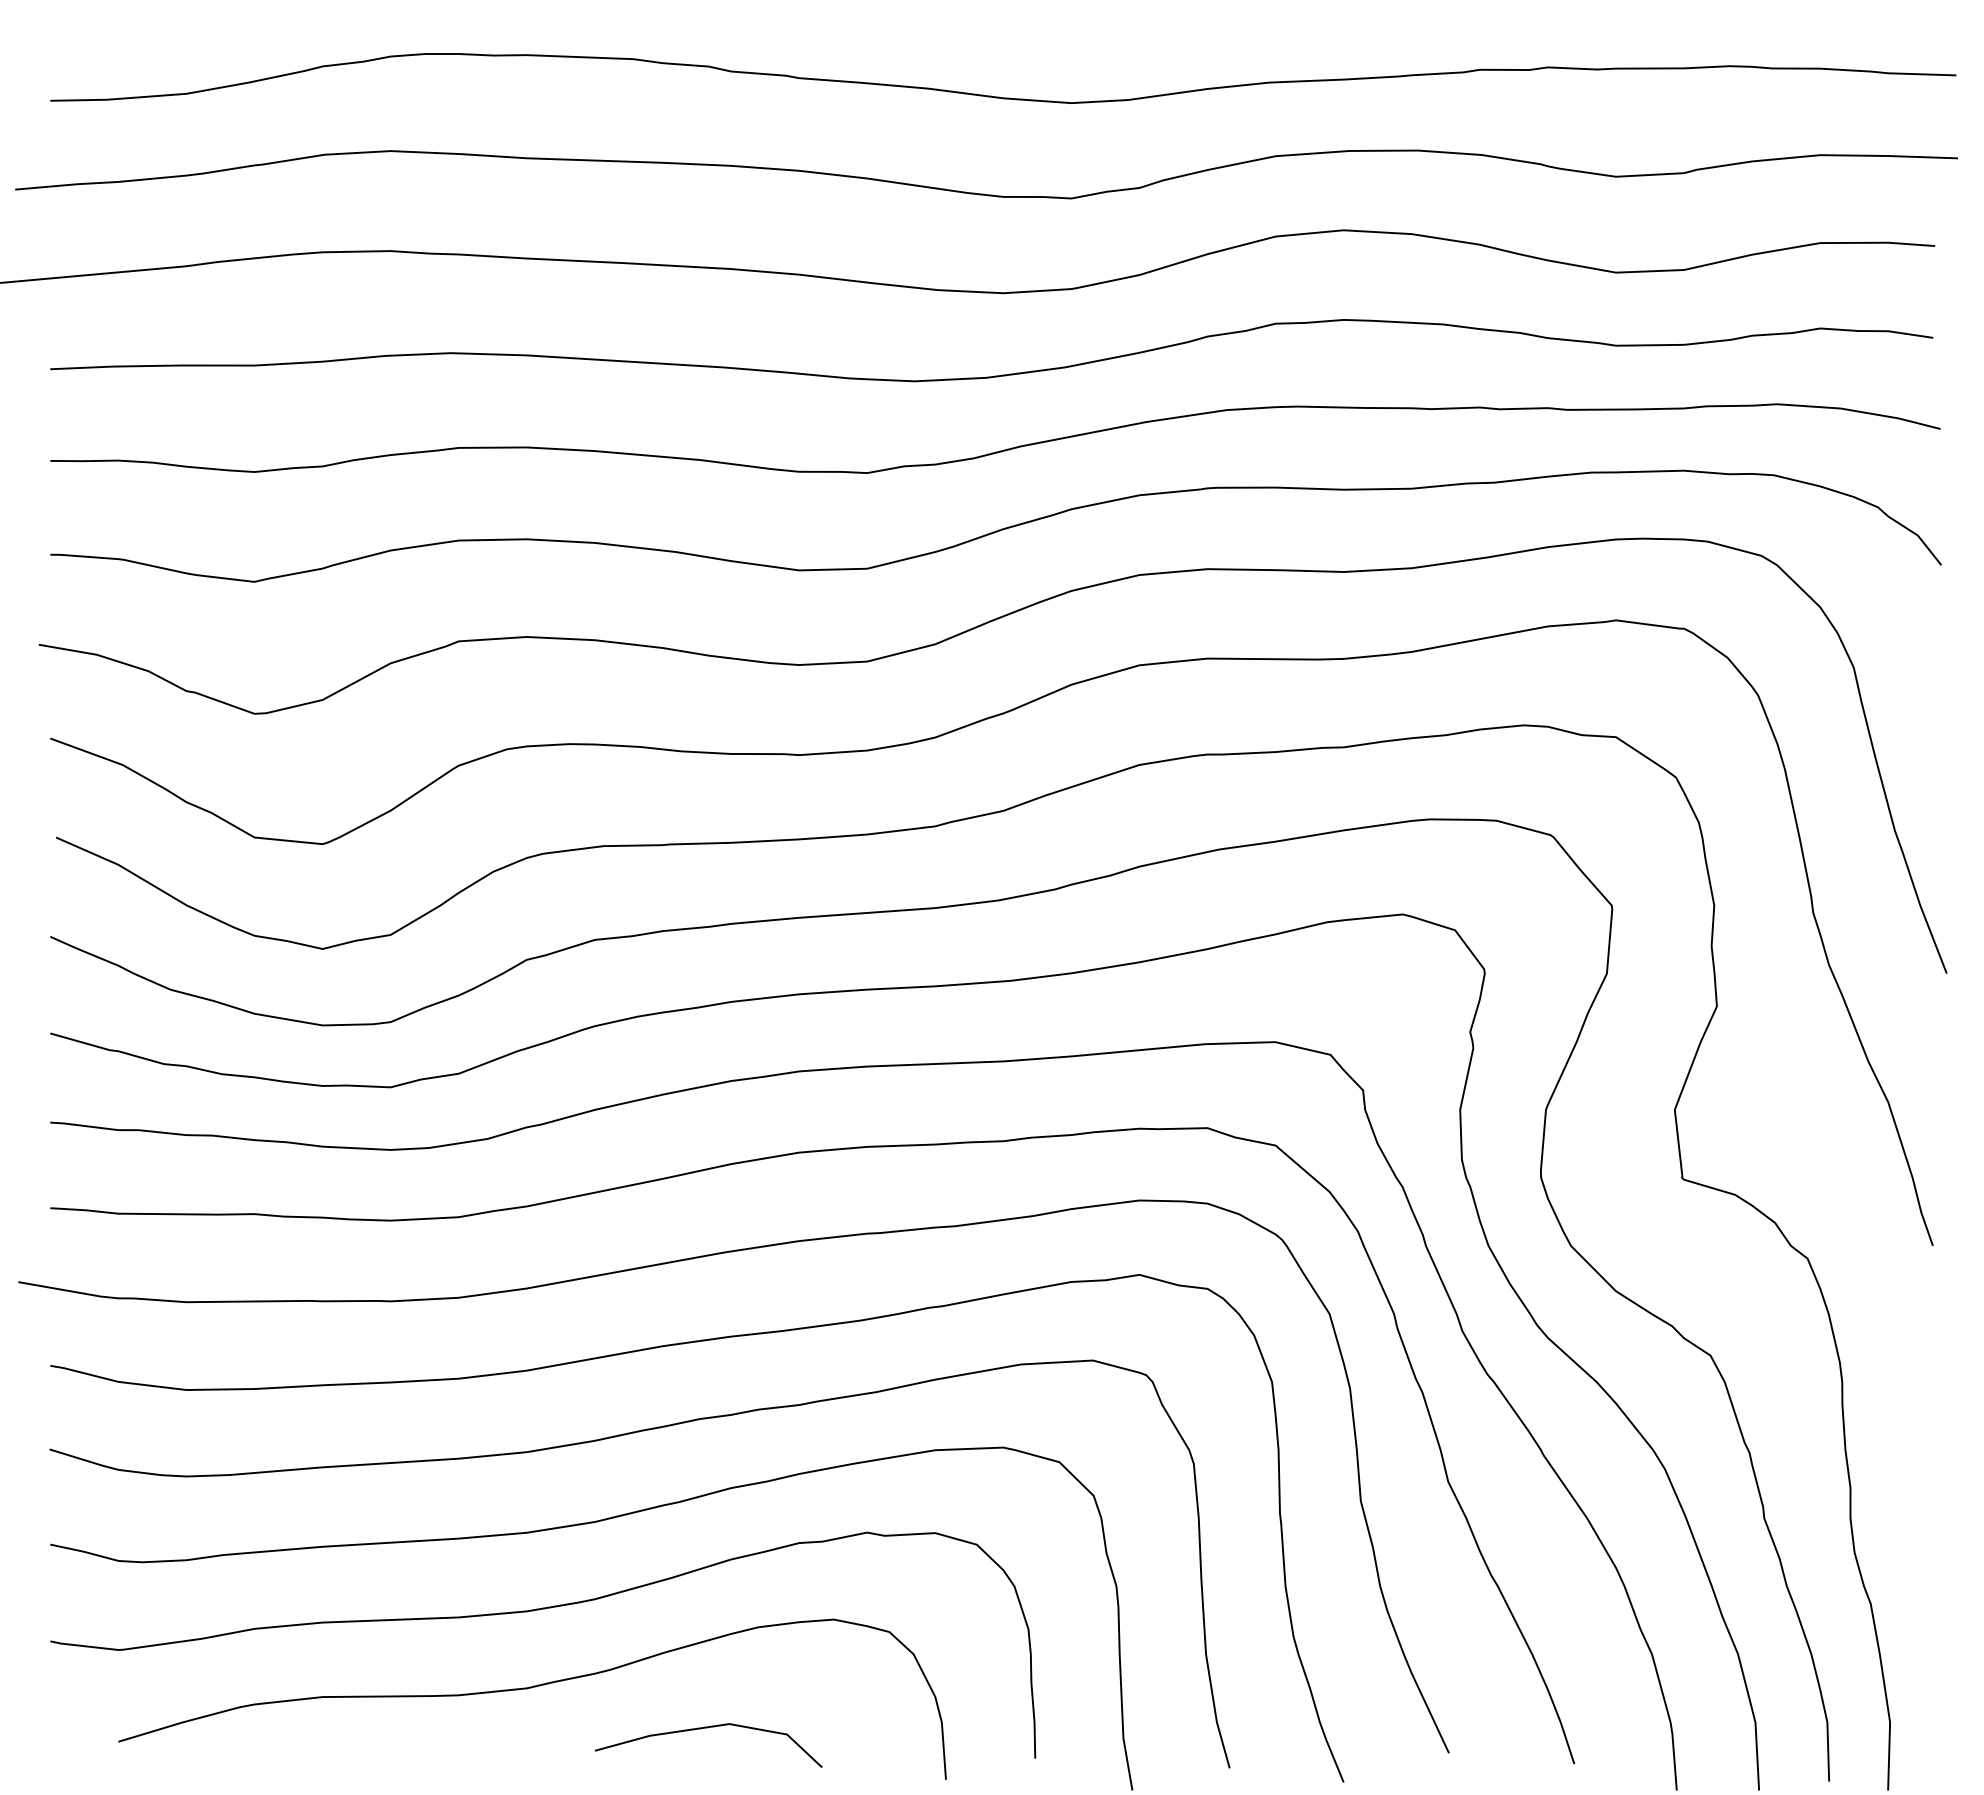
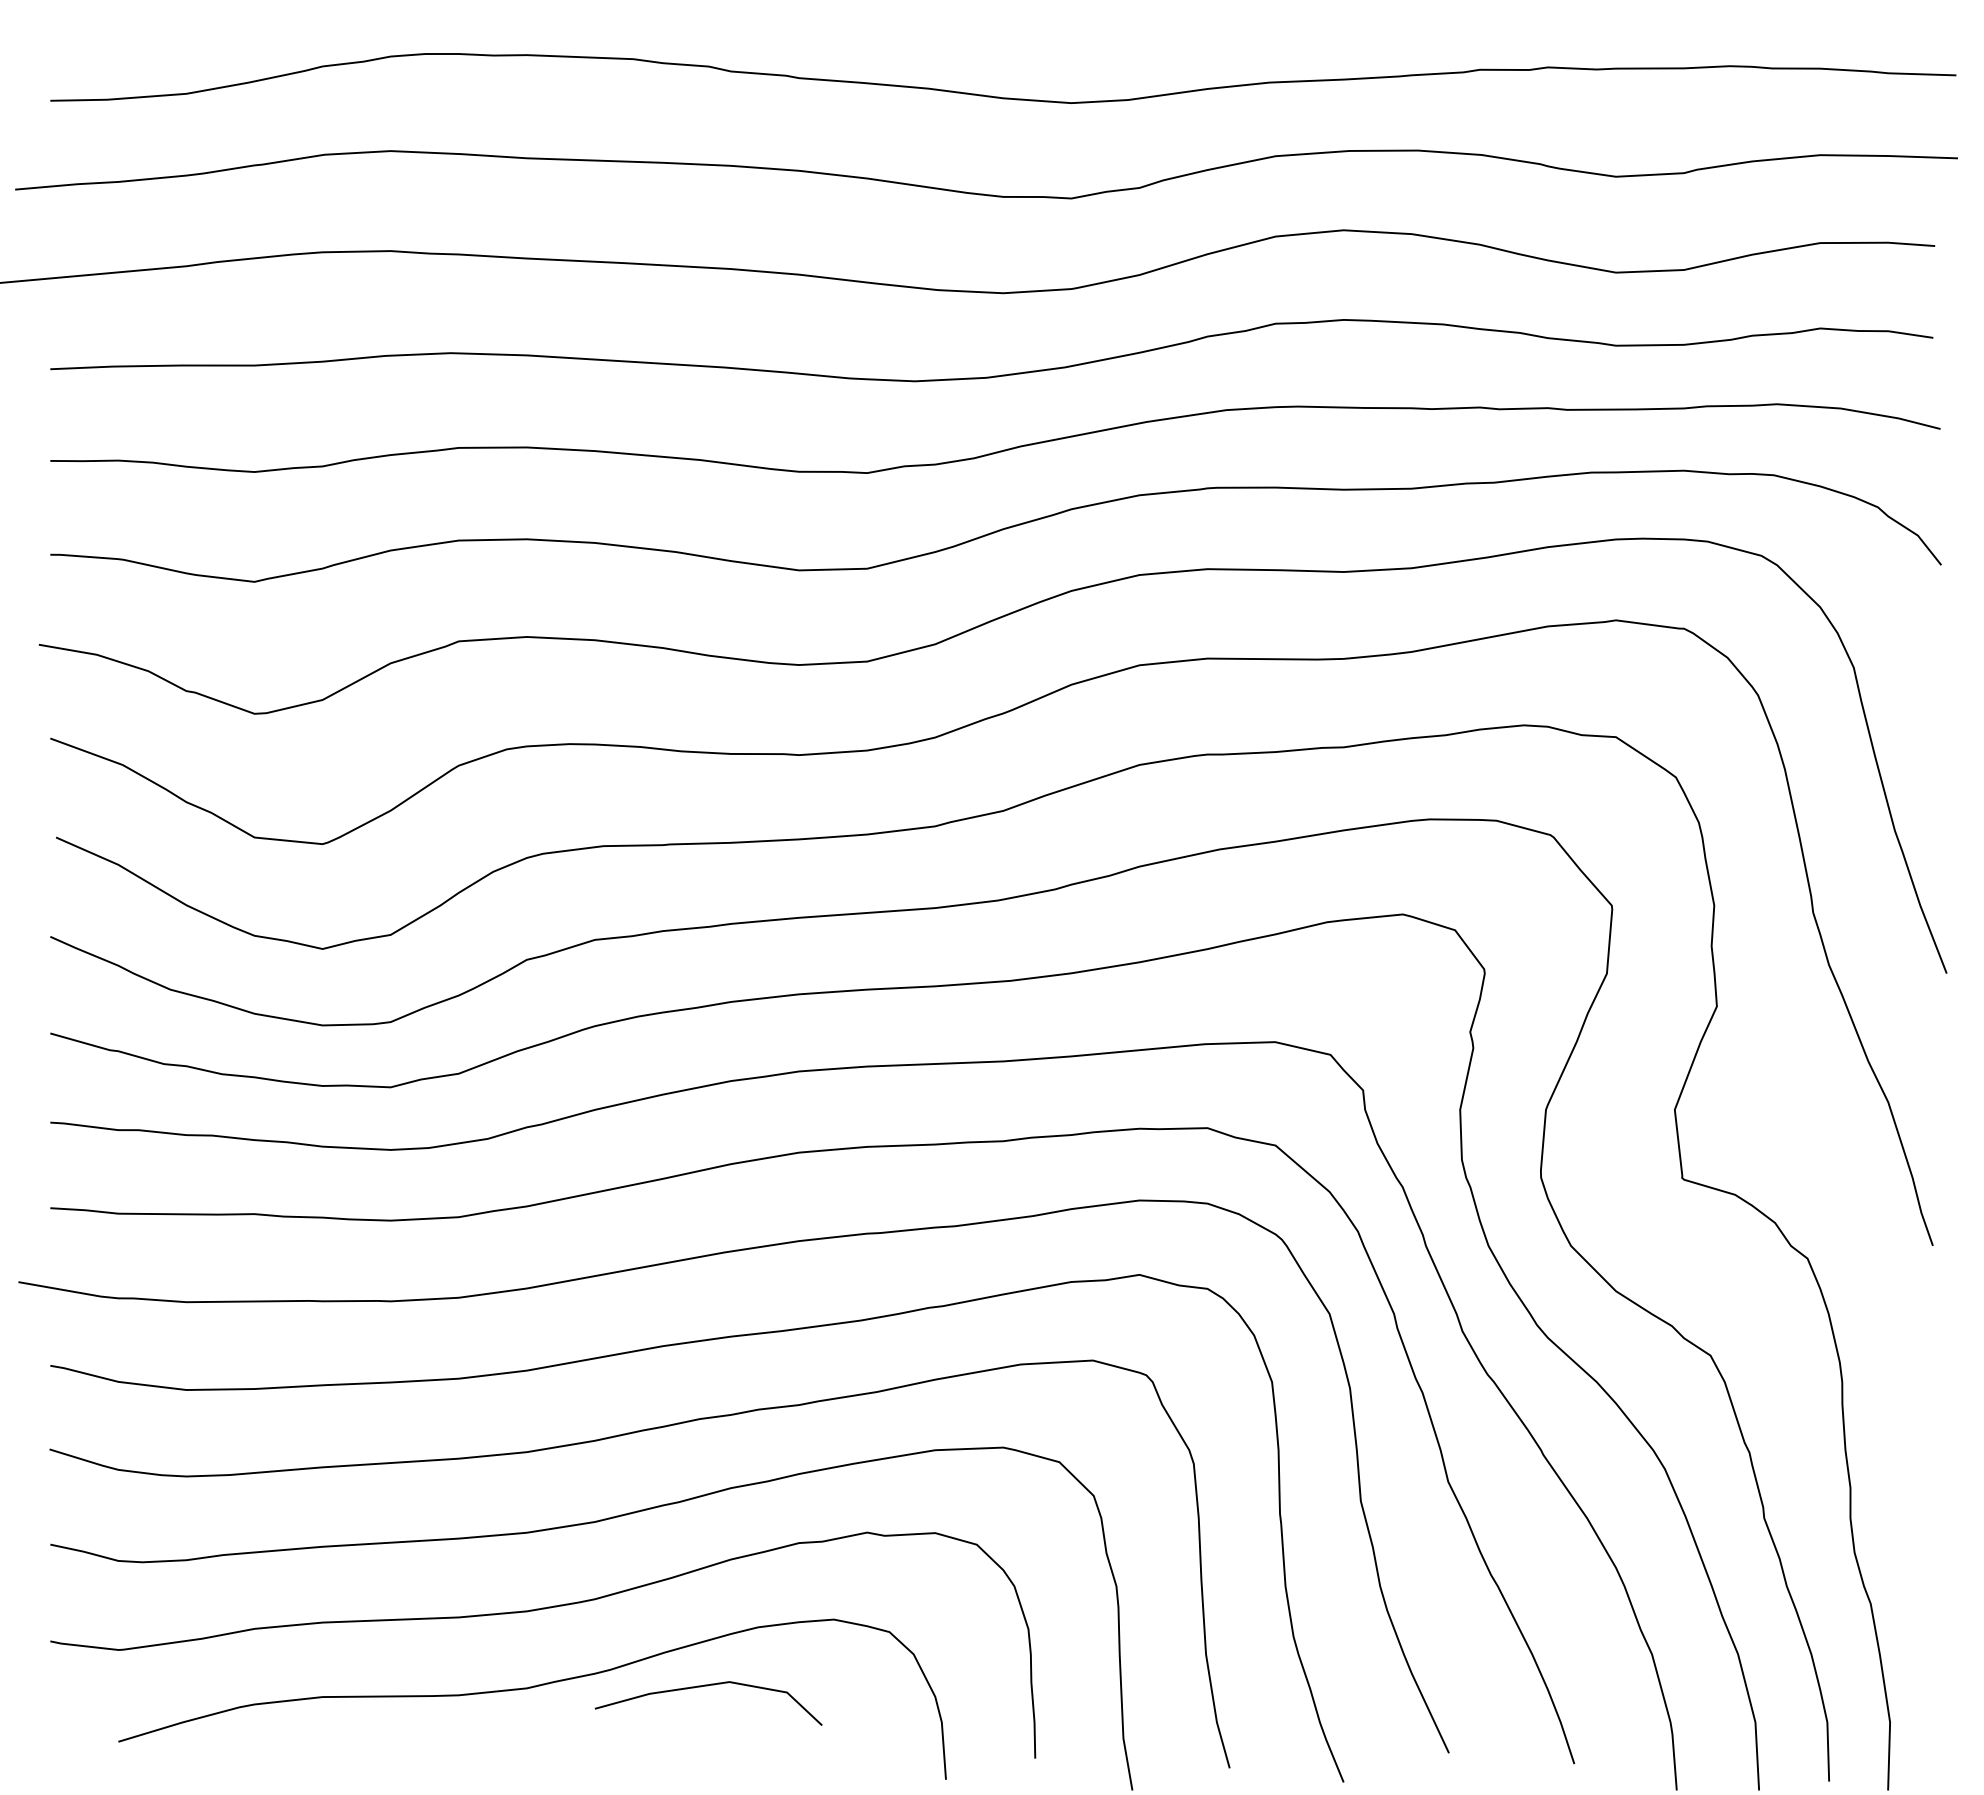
line at (707, 1728) position: (707, 1728) -> (707, 1686)
